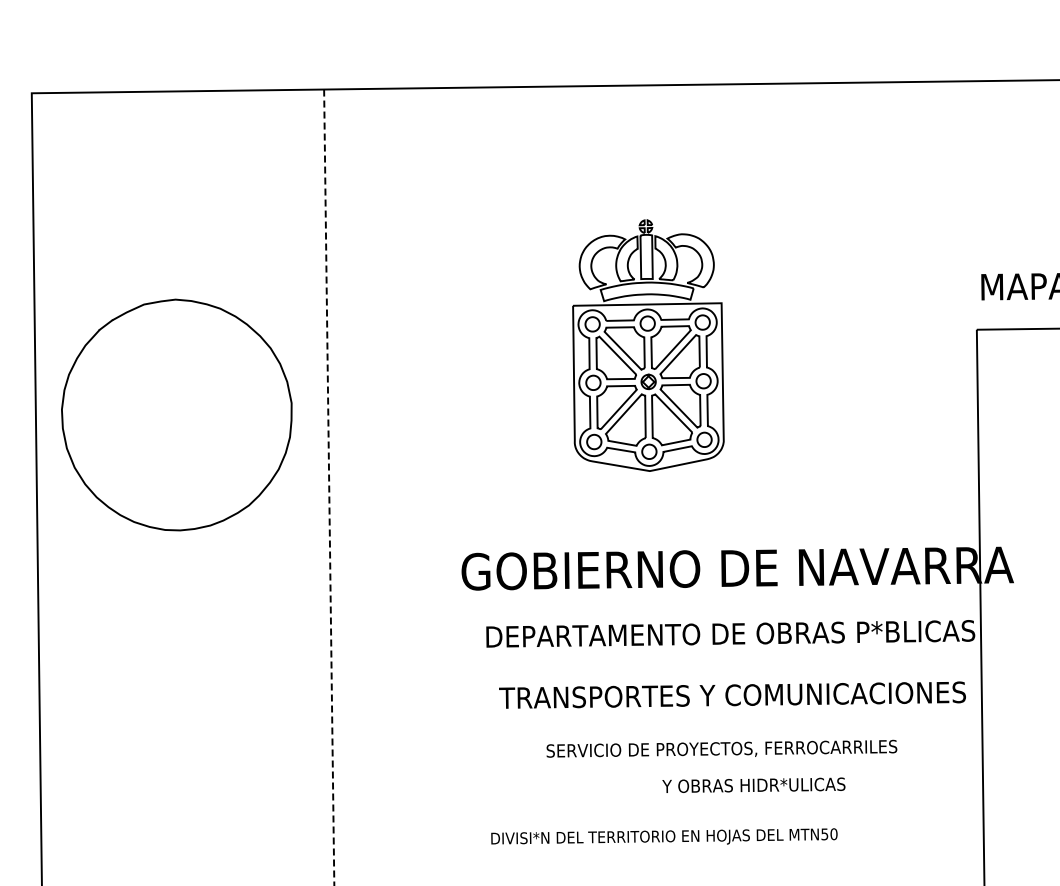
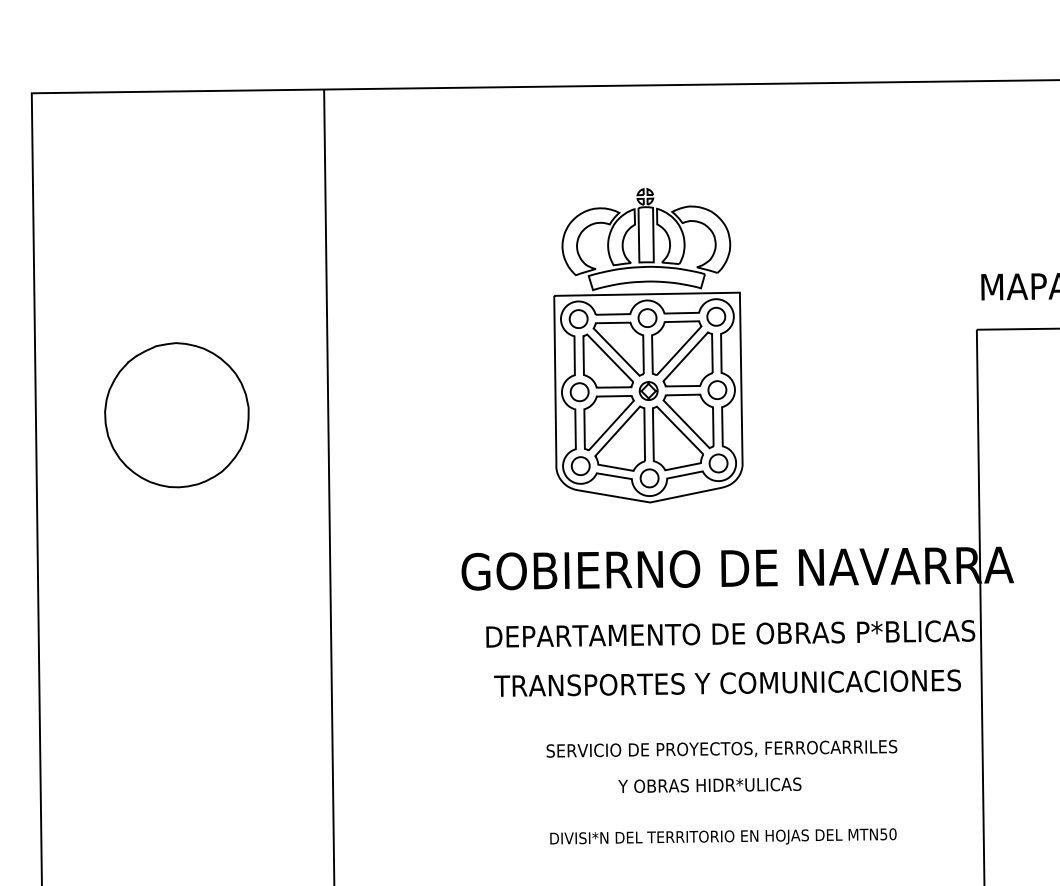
part at (648, 345) size: 153x253 px -> 191x317 px
part at (176, 414) size: 232x234 px -> 146x147 px
line at (329, 487): dashed -> solid
text at (732, 694) position: (732, 694) -> (727, 682)
text at (753, 784) position: (753, 784) -> (709, 784)
text at (664, 836) position: (664, 836) -> (723, 836)
